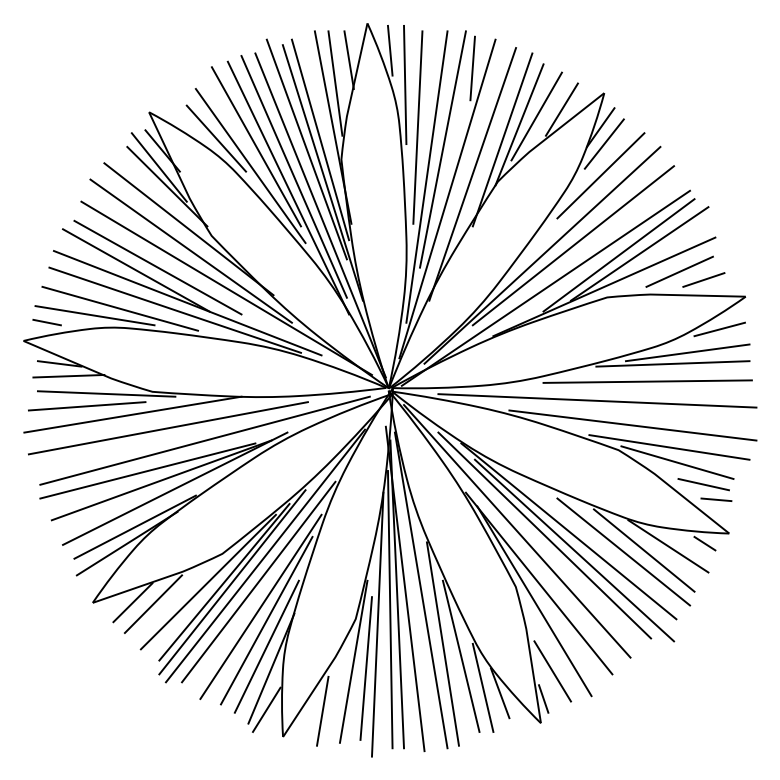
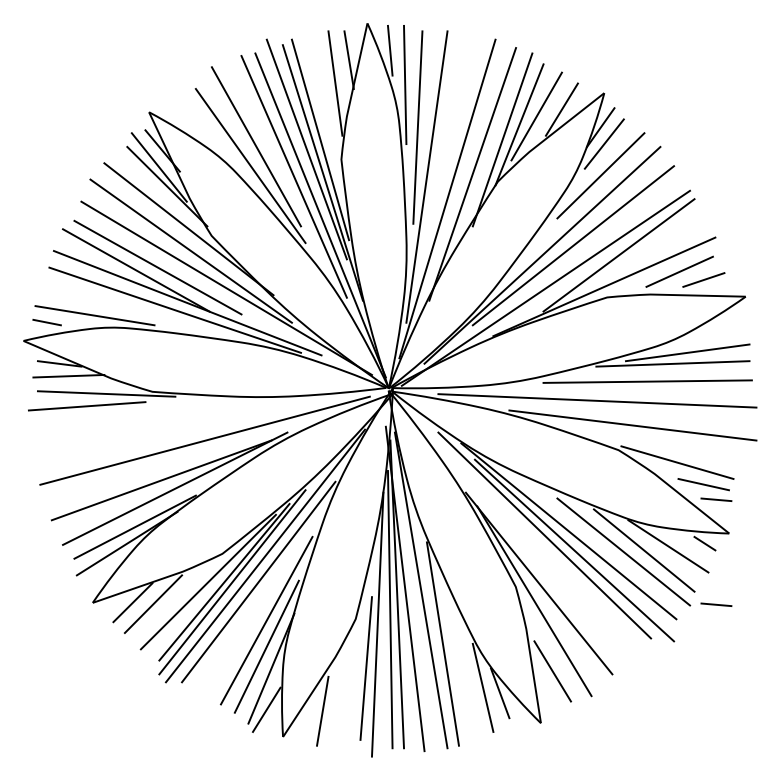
line at (472, 68): present -> none
line at (332, 127): present -> none
line at (216, 138): present -> none
line at (442, 149): present -> none
line at (288, 187): present -> none
line at (639, 253): present -> none
line at (120, 308): present -> none
line at (719, 329): present -> none
line at (132, 414): present -> none
line at (167, 428): present -> none
line at (669, 447): present -> none
line at (147, 470): present -> none
line at (517, 531): present -> none
line at (716, 604): none -> present
line at (260, 606): present -> none
line at (460, 655): present -> none
line at (353, 661): present -> none
line at (543, 698): present -> none
